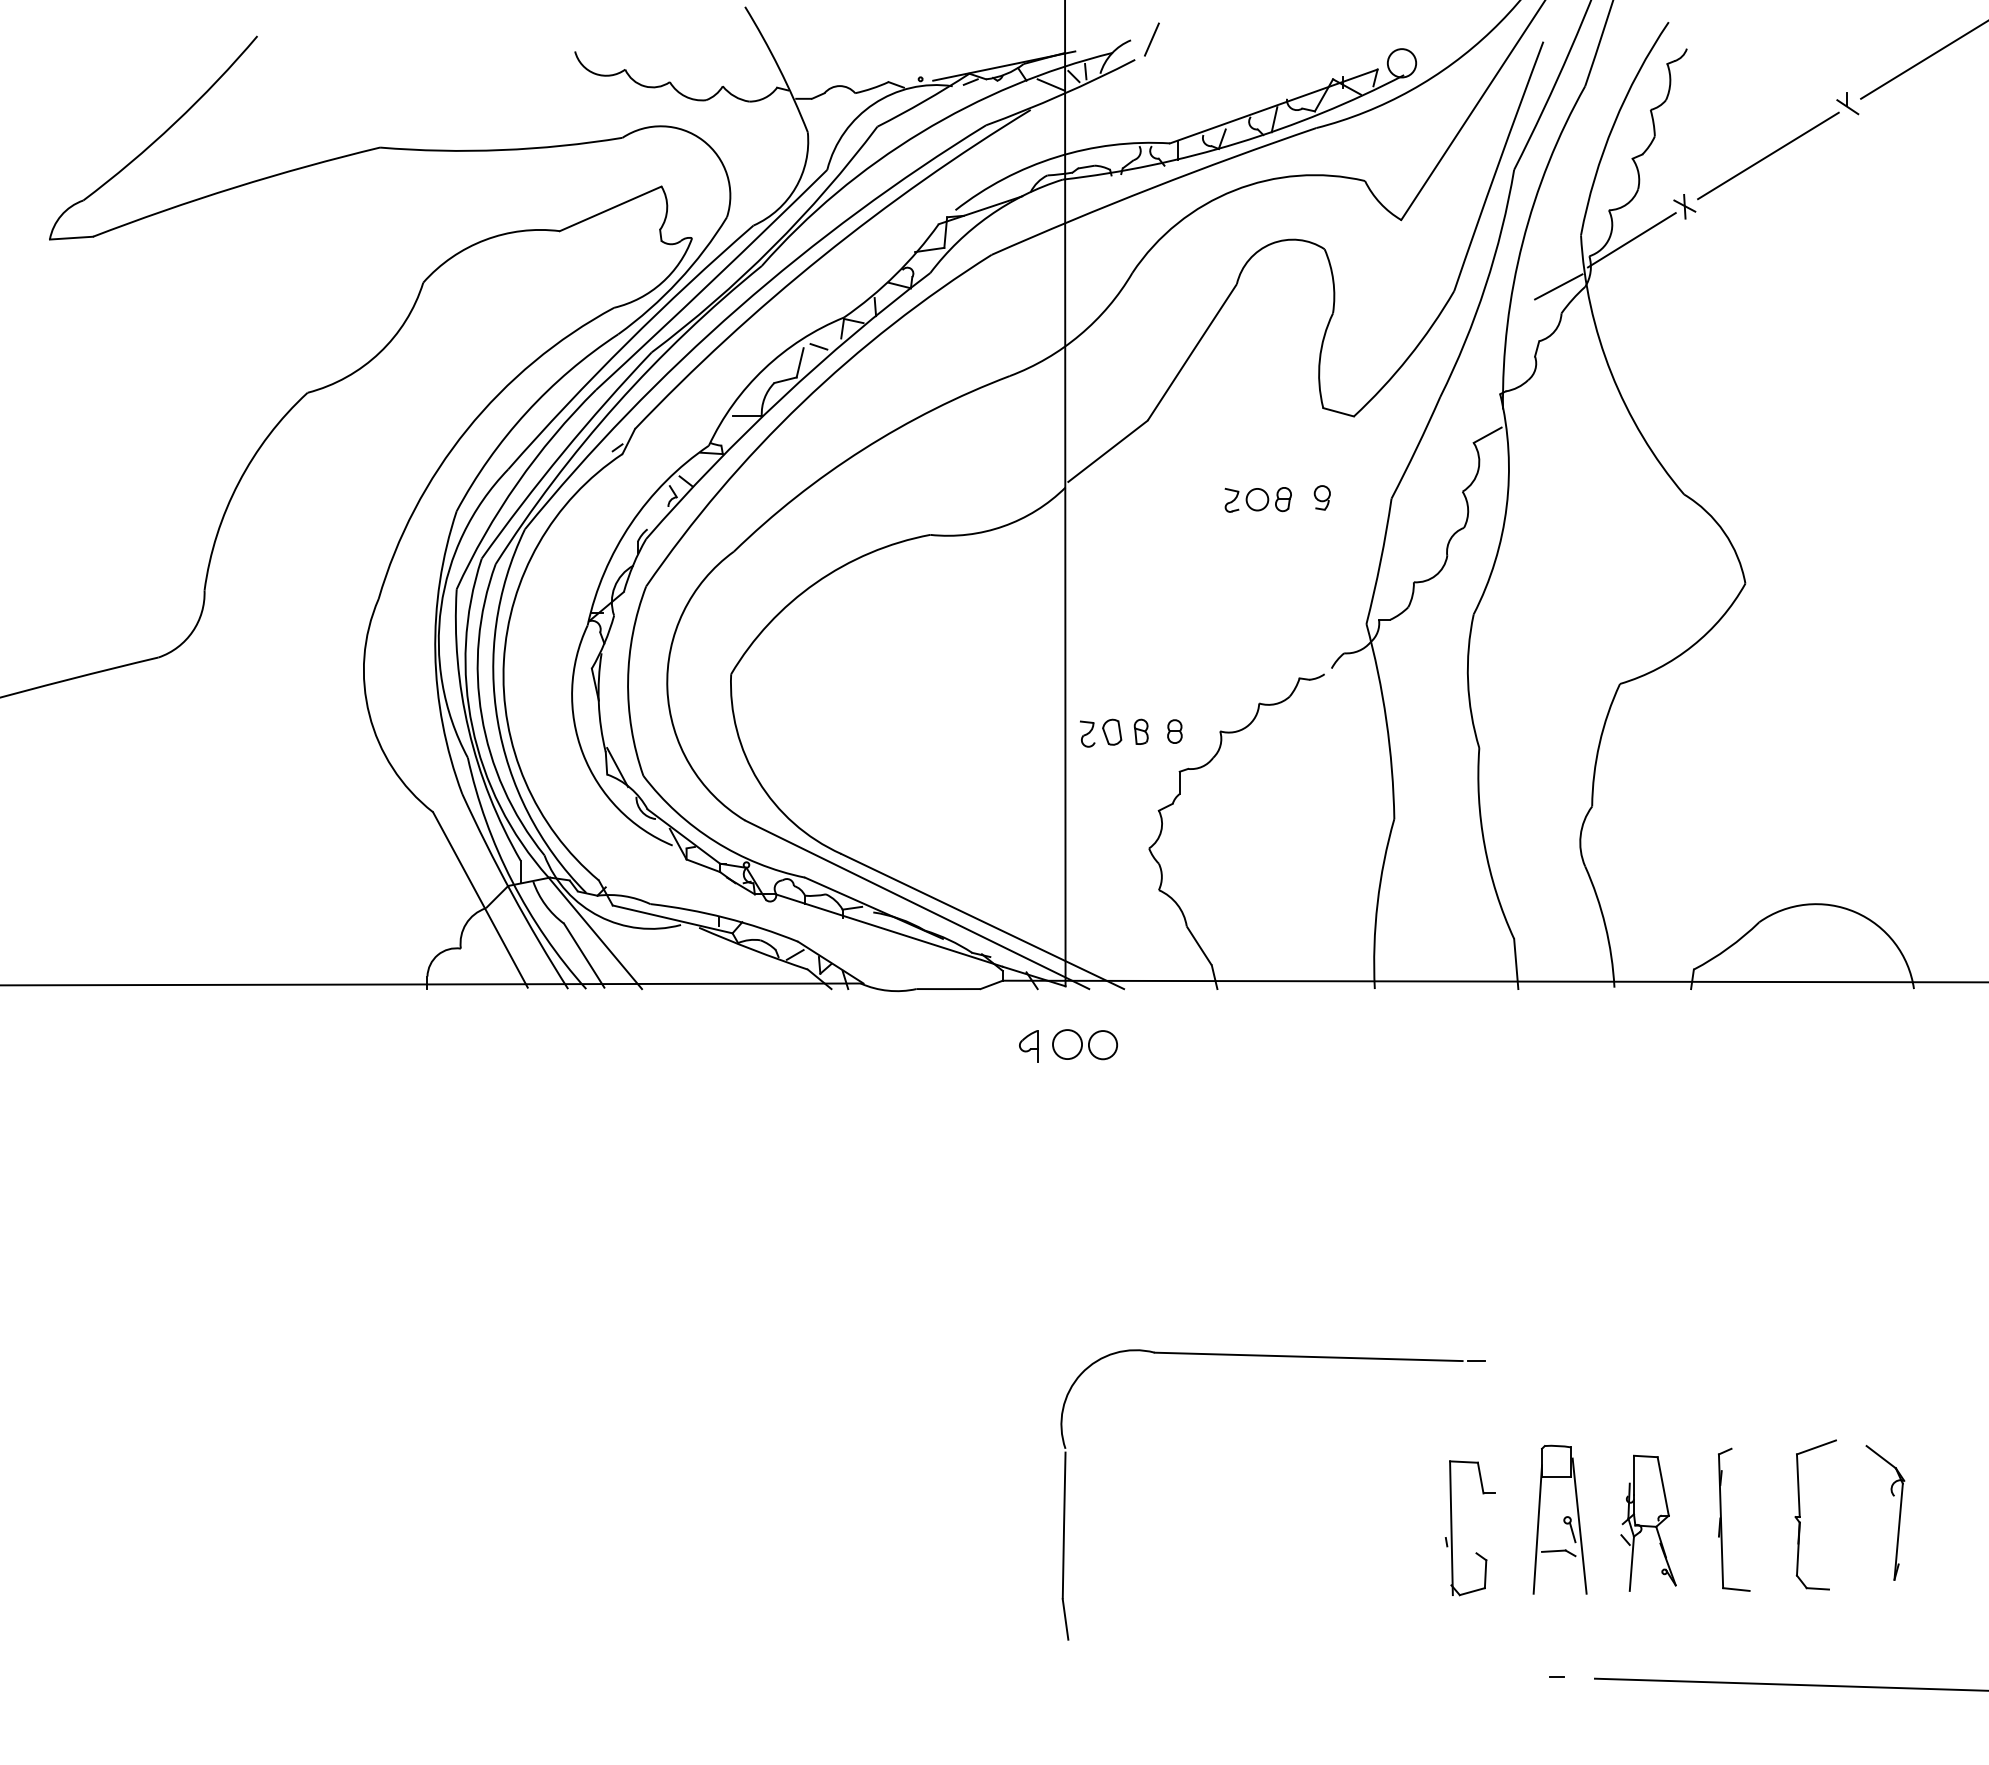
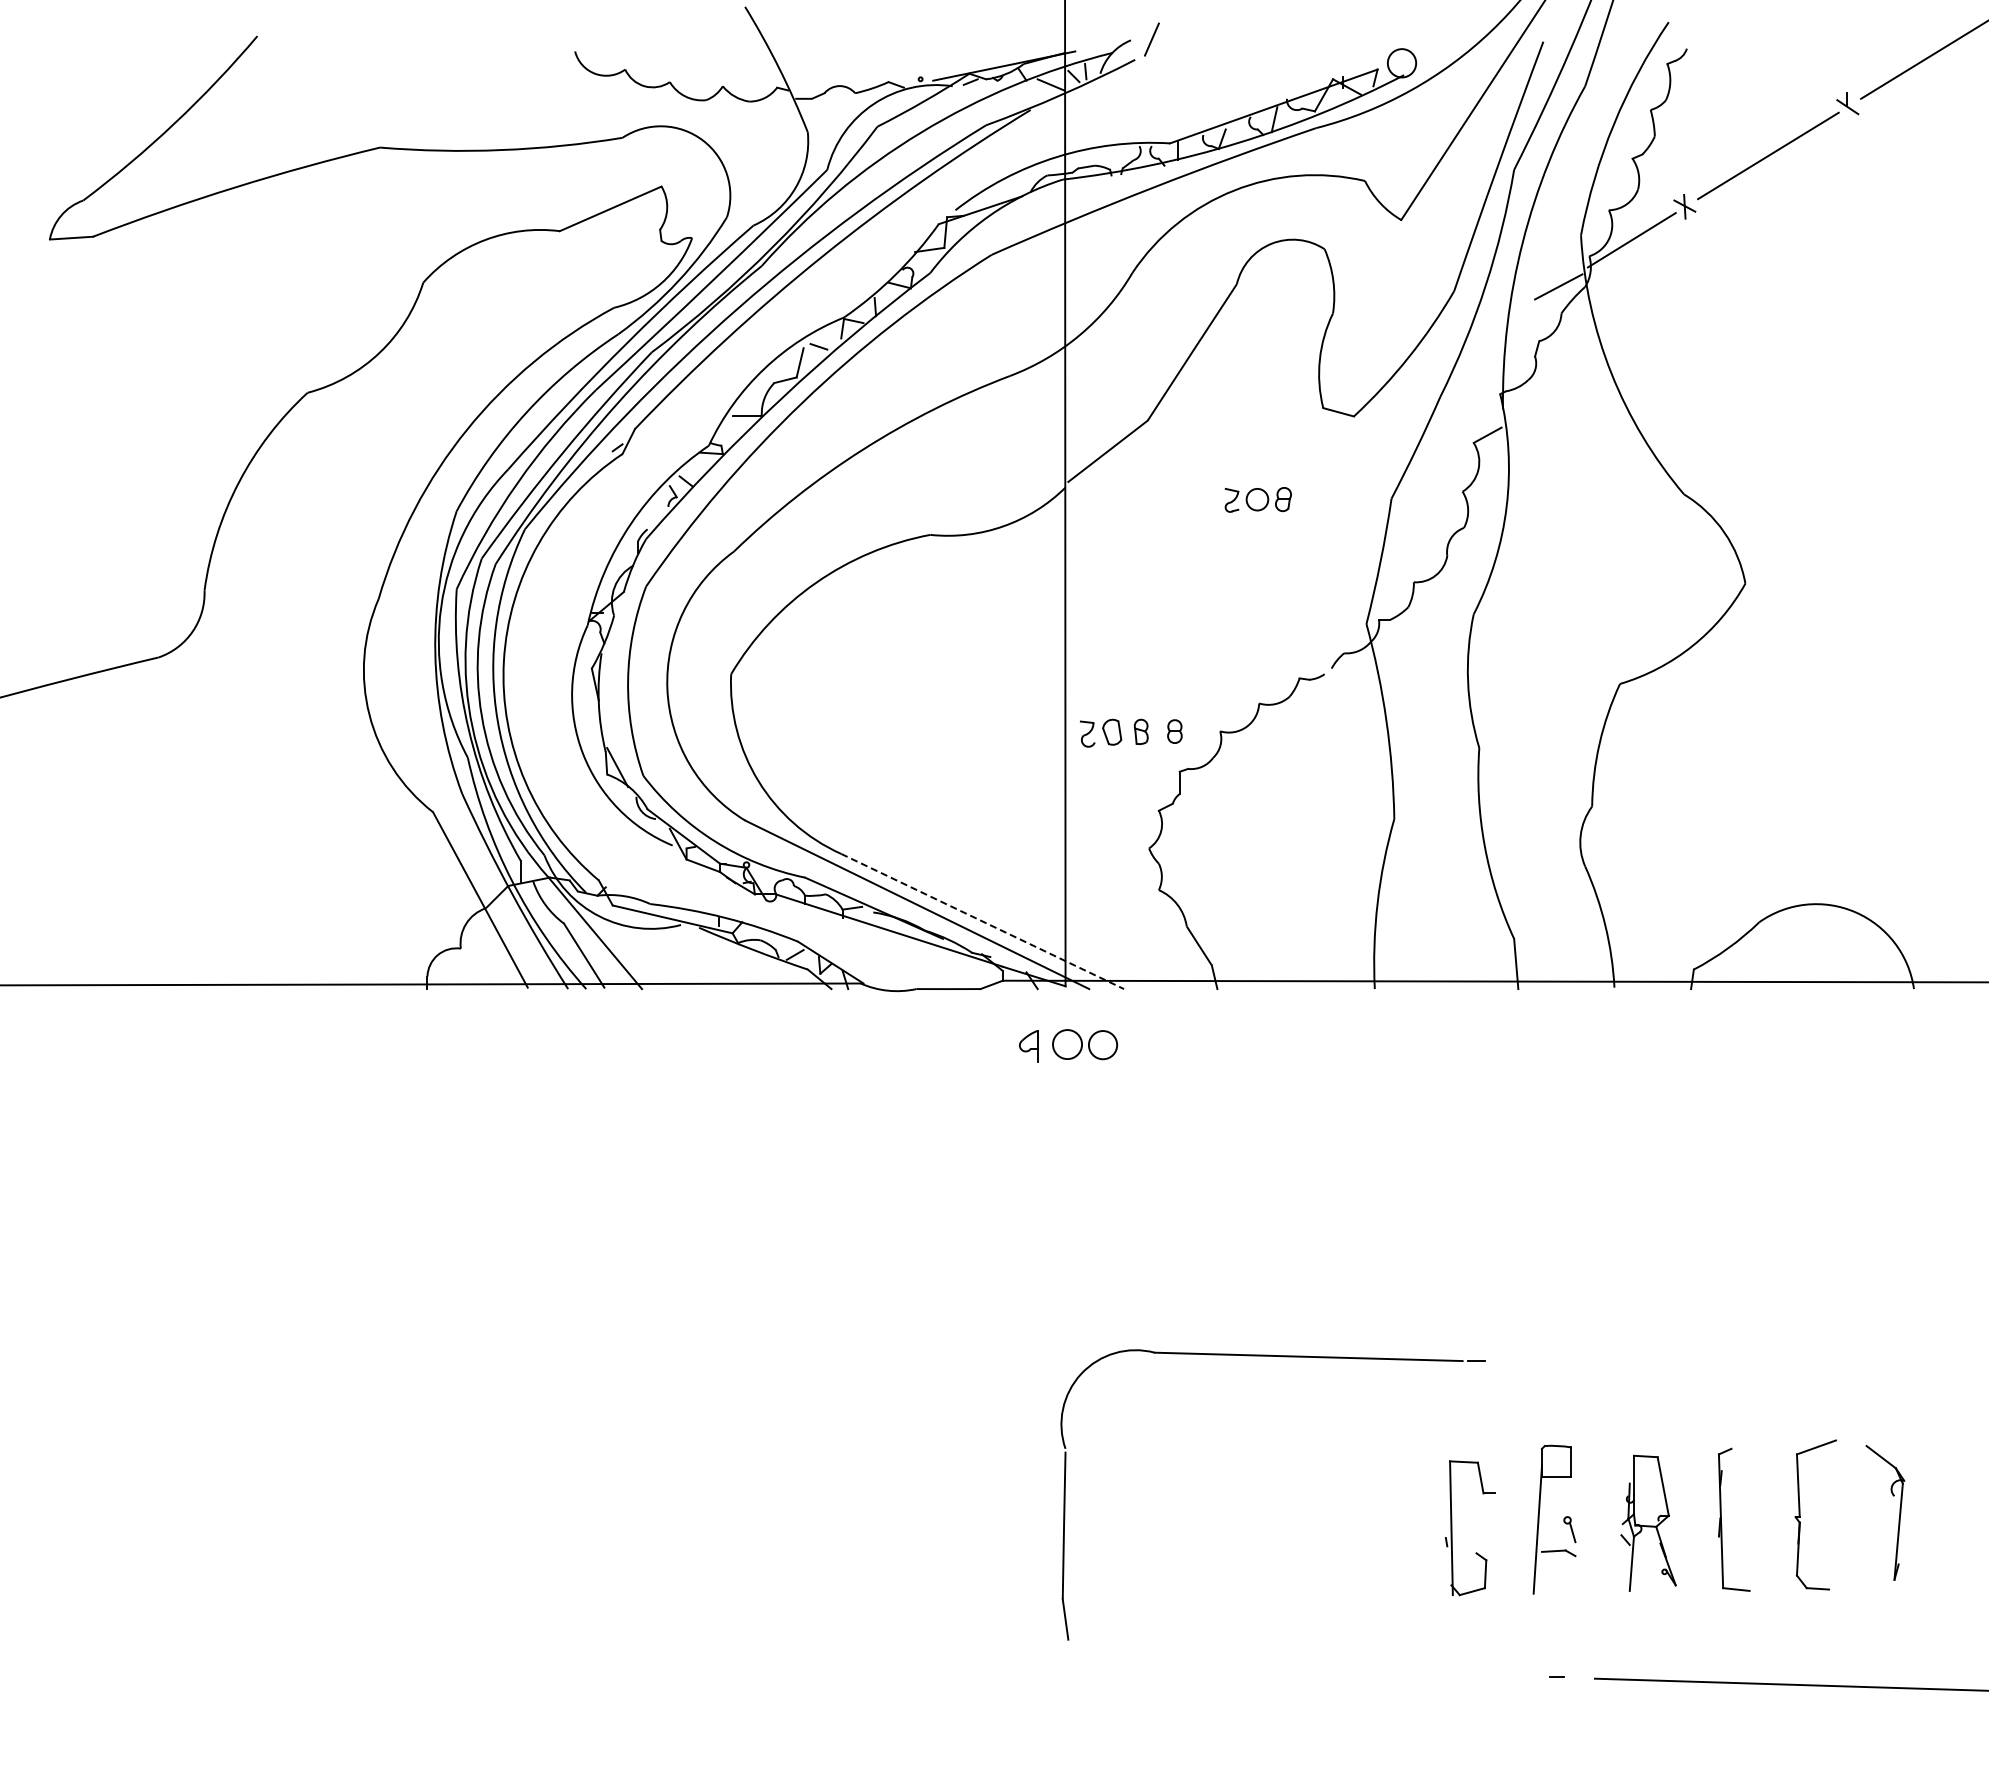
part at (1321, 497): present -> none
line at (982, 921): solid -> dashed
line at (1579, 1525): present -> none
